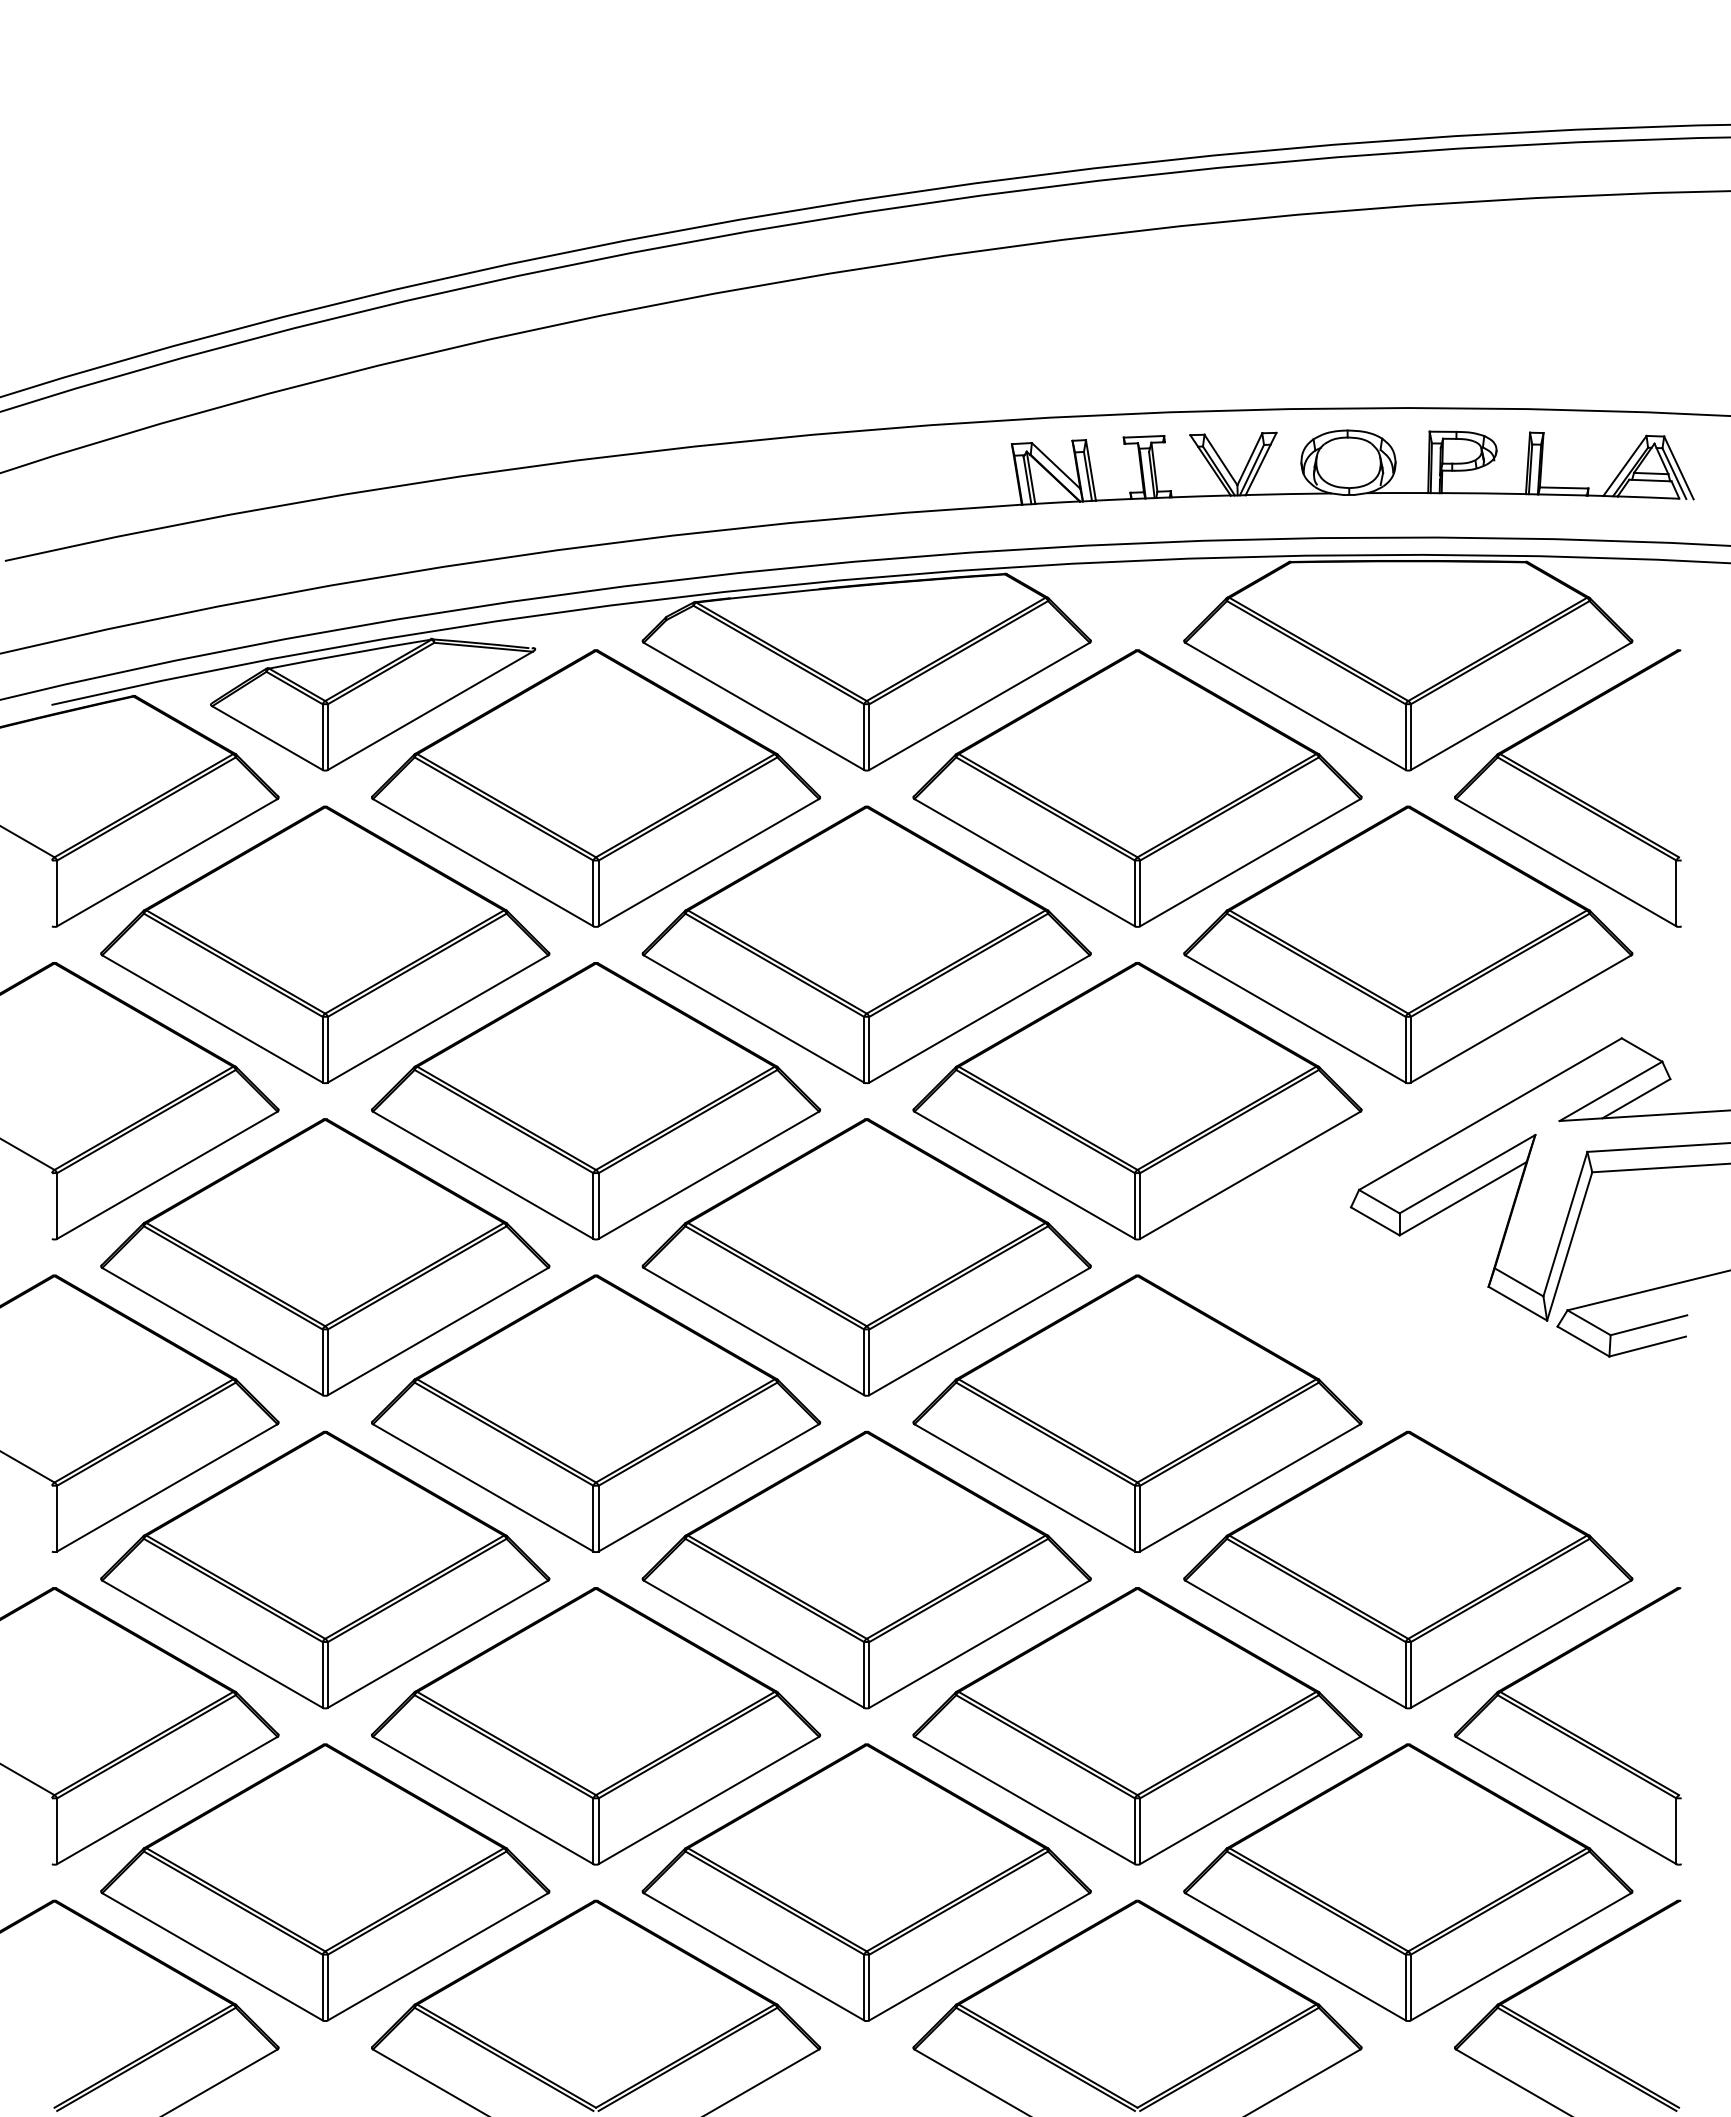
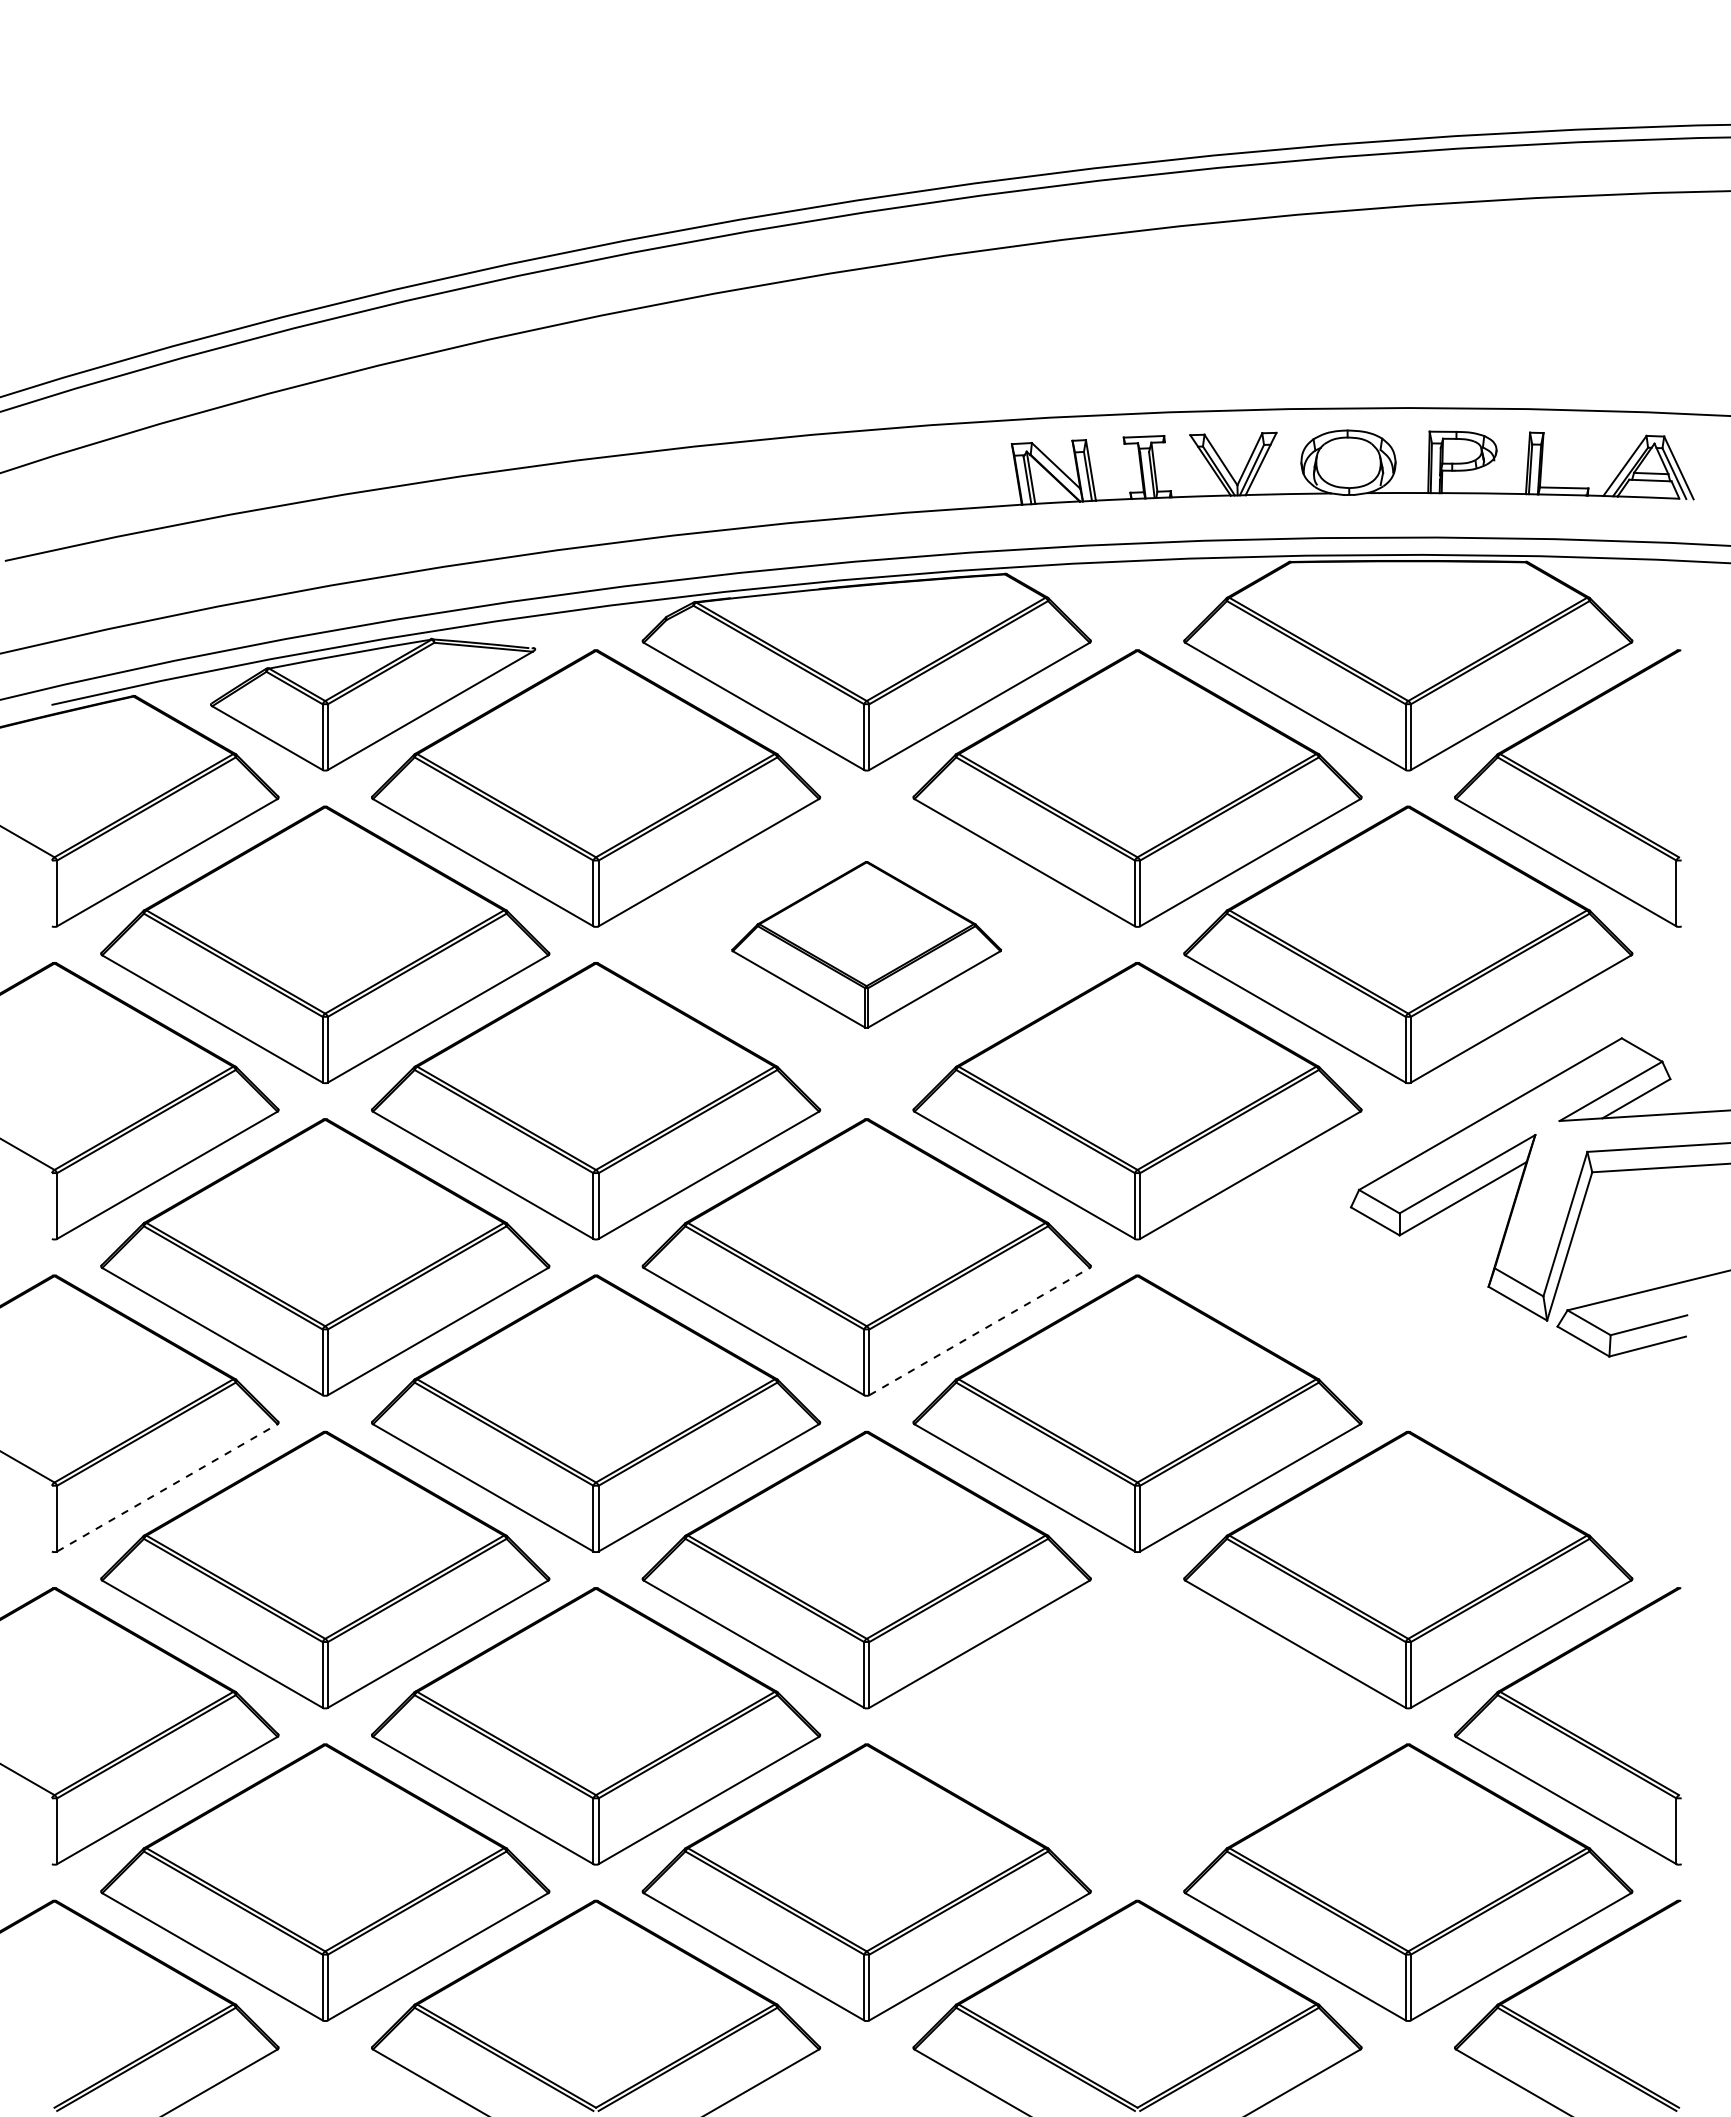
part at (866, 944) size: 451x280 px -> 271x168 px
line at (980, 1331): solid -> dashed
line at (167, 1487): solid -> dashed
part at (1137, 1726): present -> none
